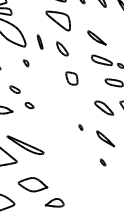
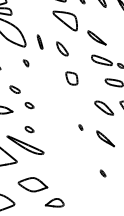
part at (57, 20) position: (57, 20) -> (64, 20)
part at (29, 129): none -> present
part at (102, 162) position: (102, 162) -> (102, 173)
